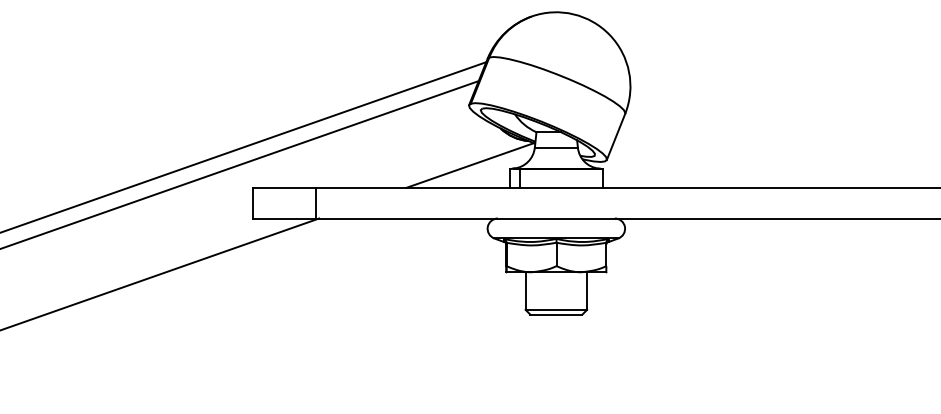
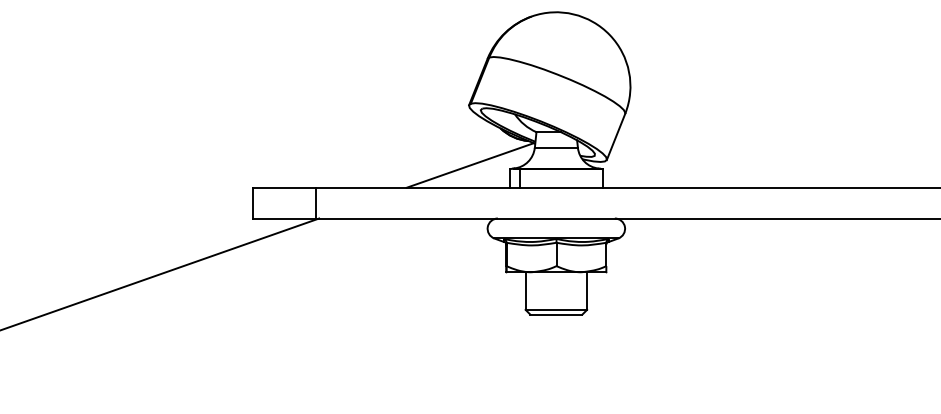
line at (244, 147): present -> none
line at (240, 164): present -> none
